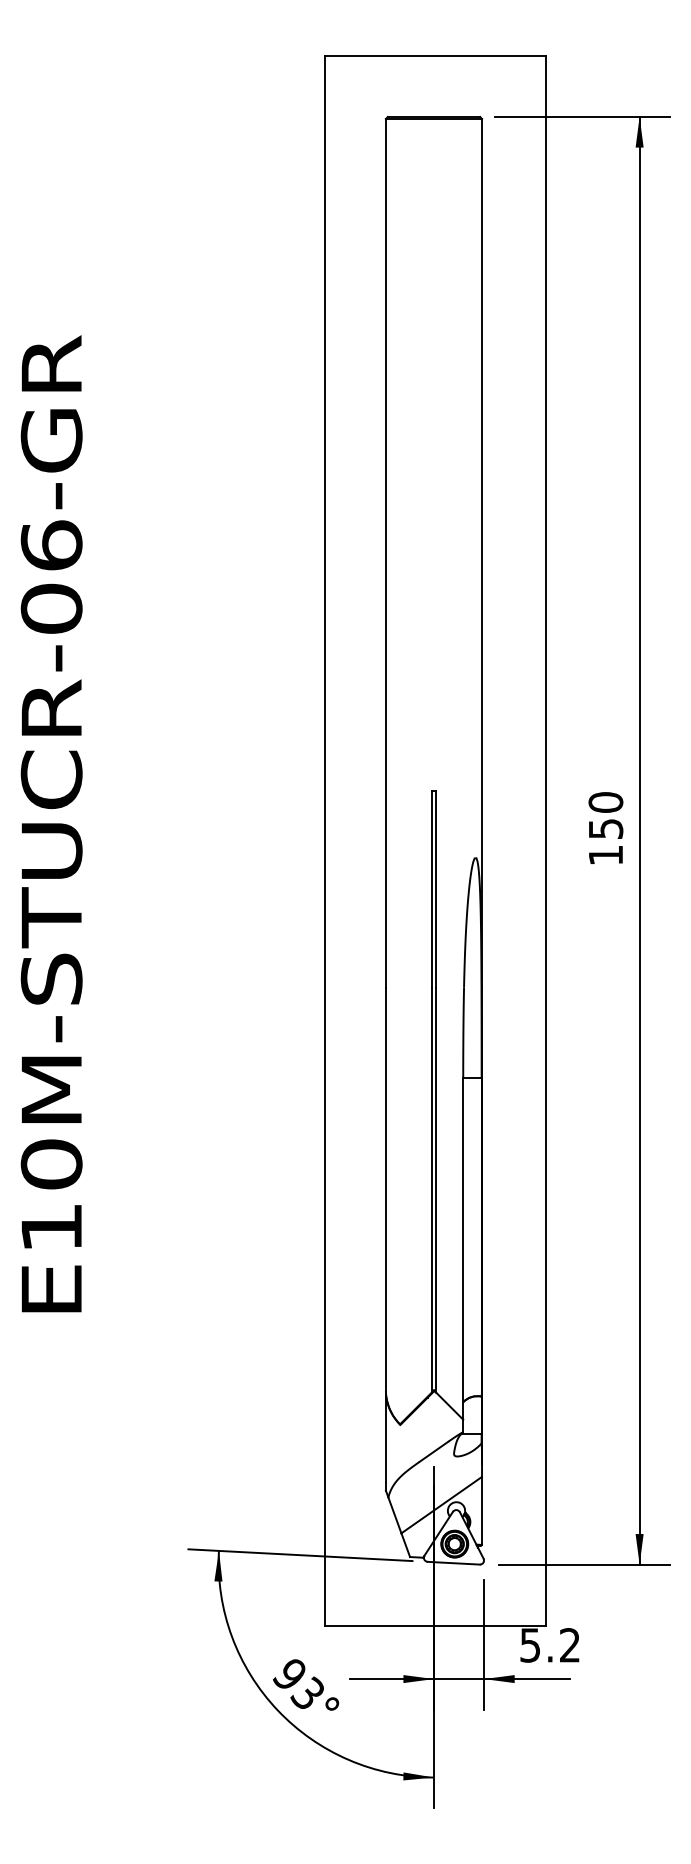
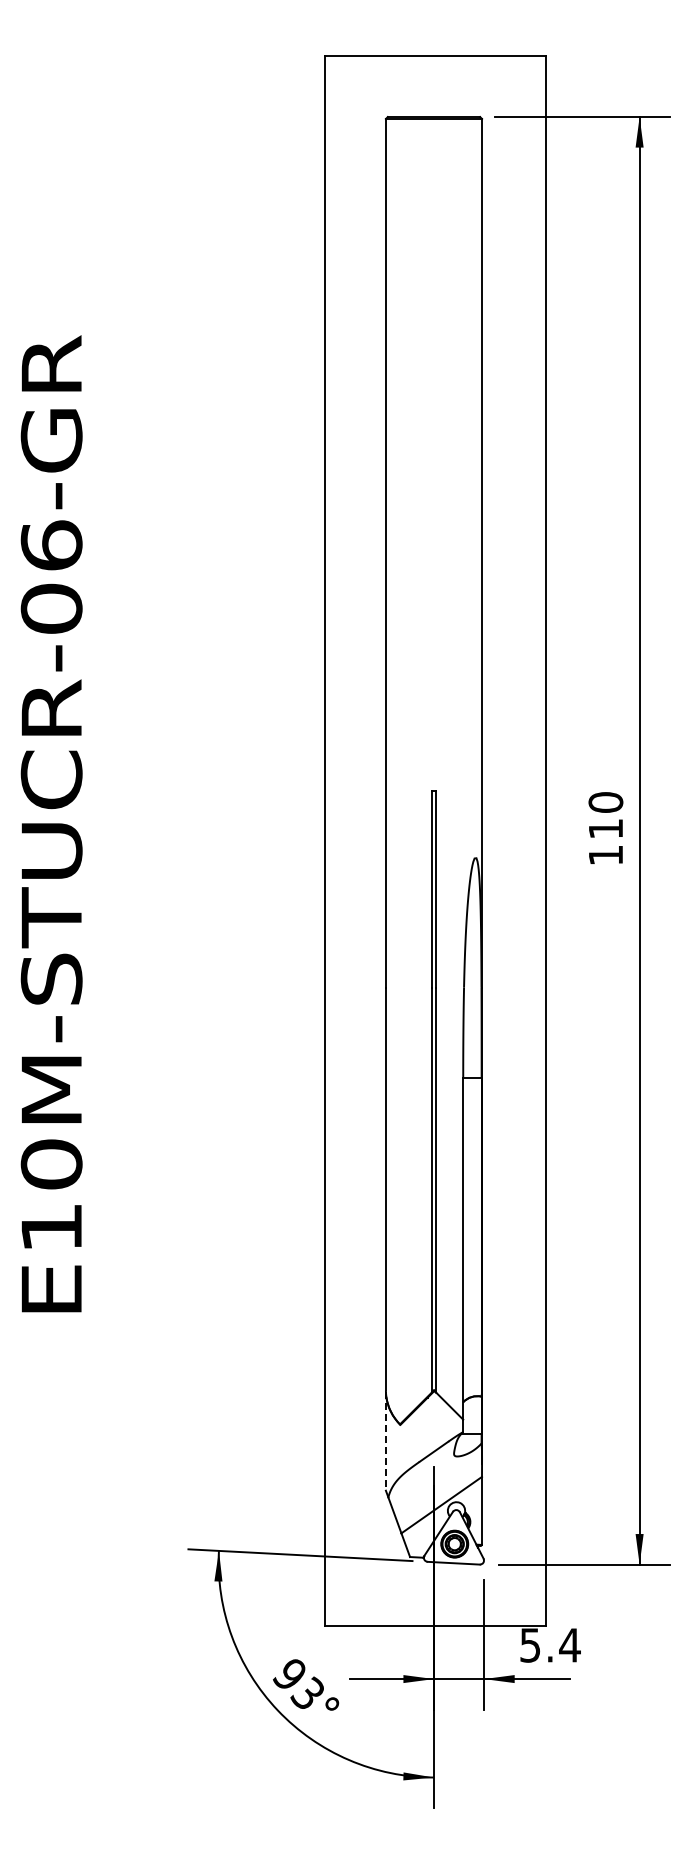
text at (606, 828): 150 -> 110
line at (385, 1441): solid -> dashed
text at (569, 1645): 5.2 -> 5.4
